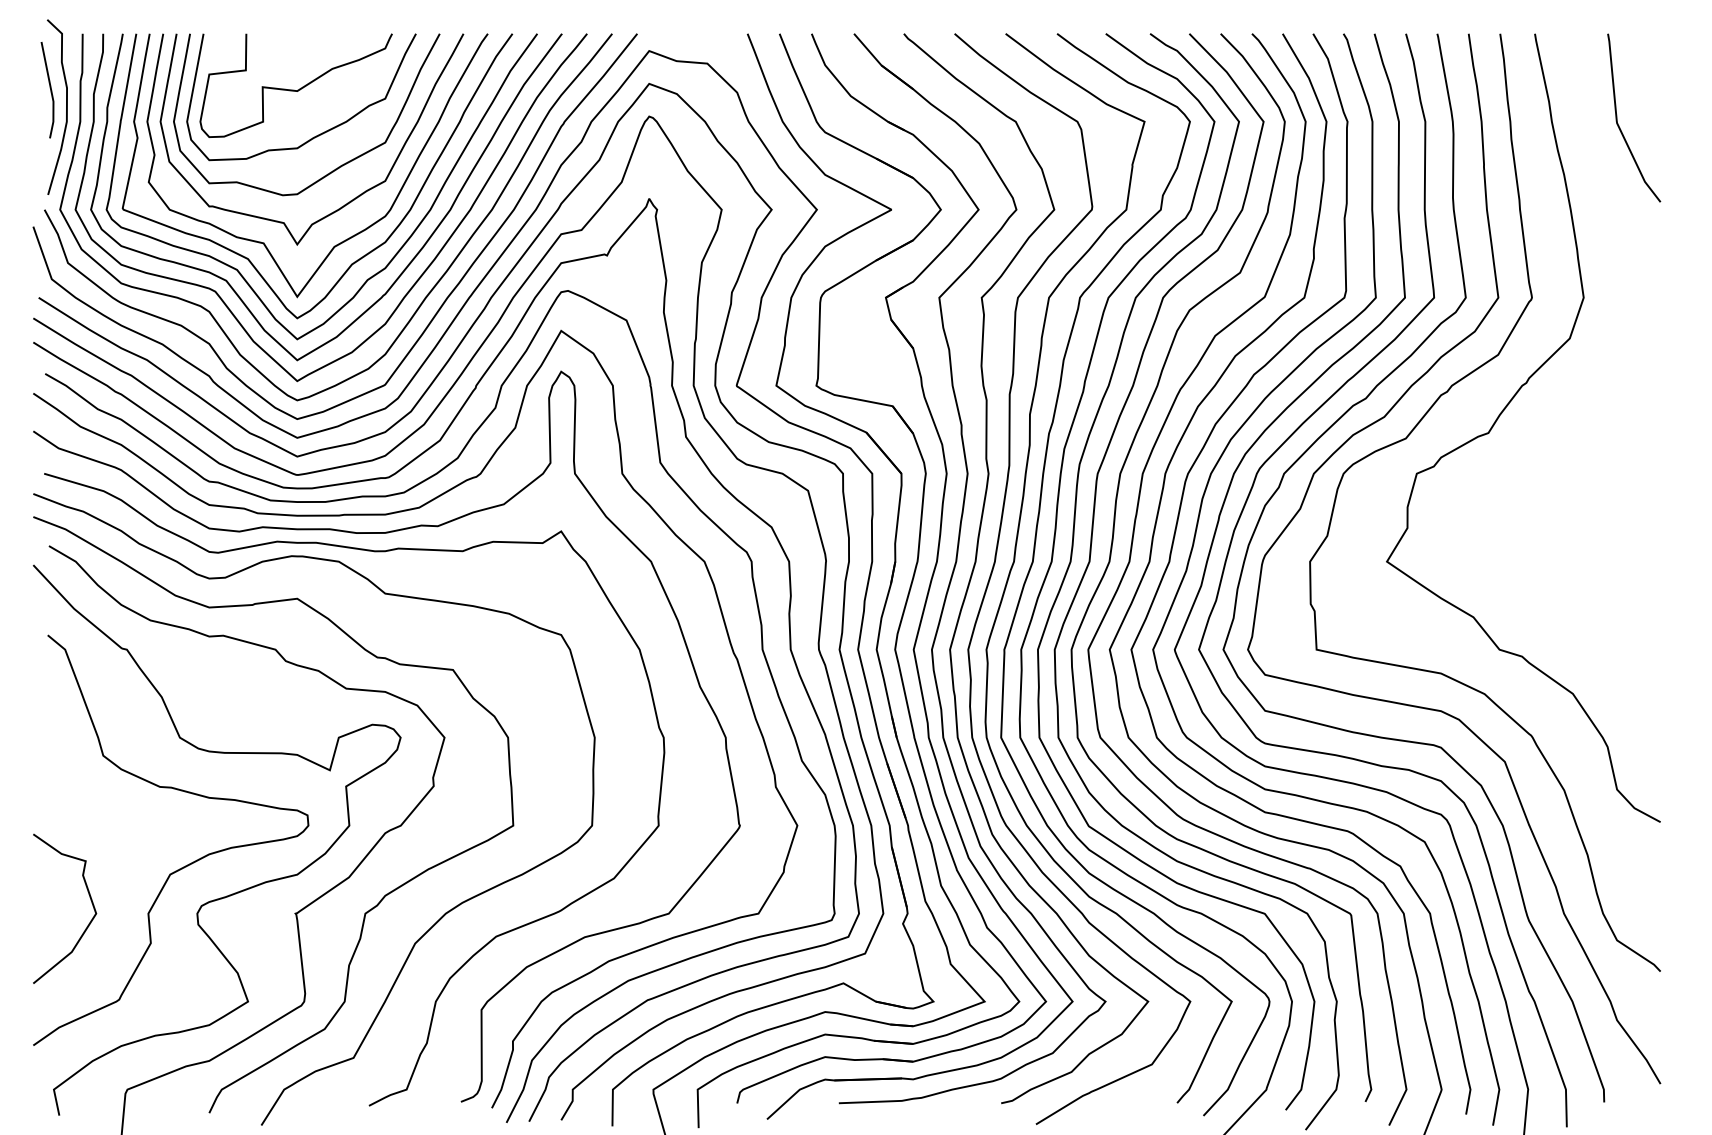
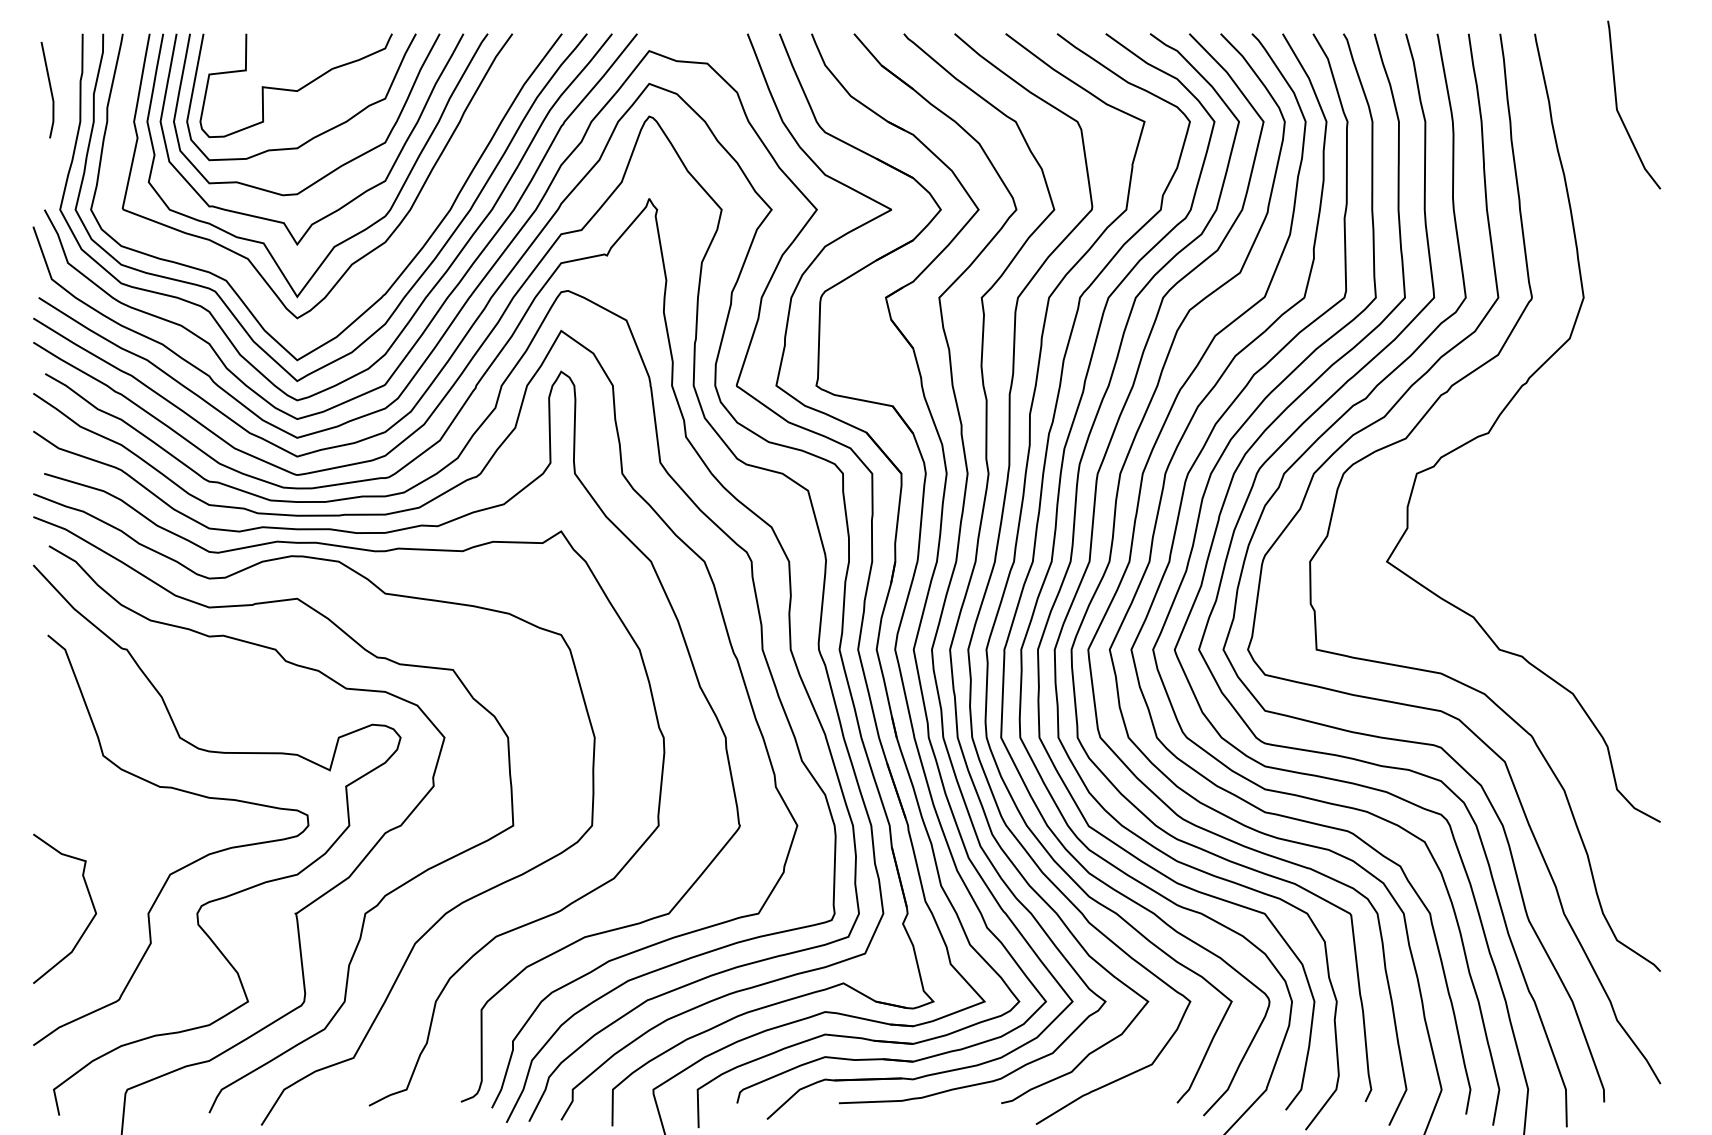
curve at (66, 106): present -> none
curve at (1617, 117) position: (1617, 117) -> (1617, 104)
curve at (399, 248): present -> none
